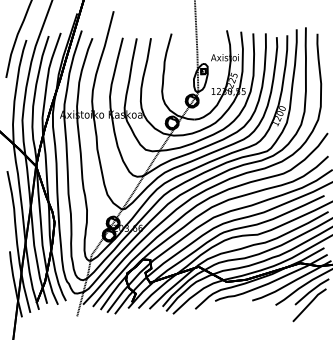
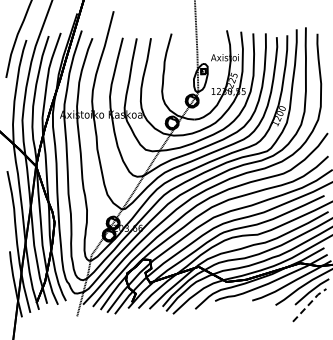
line at (310, 303): solid -> dashed
